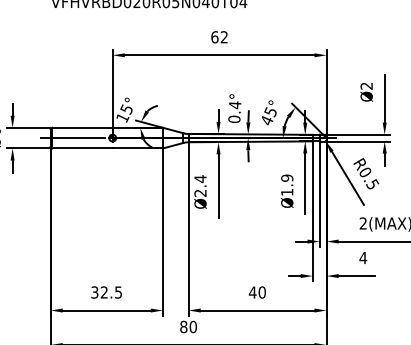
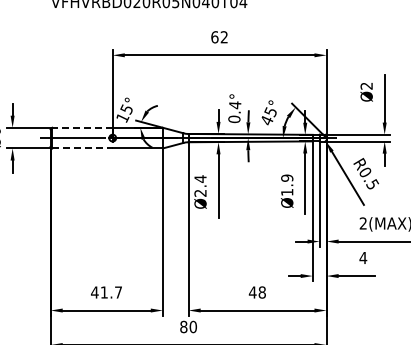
line at (82, 127): solid -> dashed
line at (83, 148): solid -> dashed
text at (106, 292): 32.5 -> 41.7
text at (261, 292): 40 -> 48
